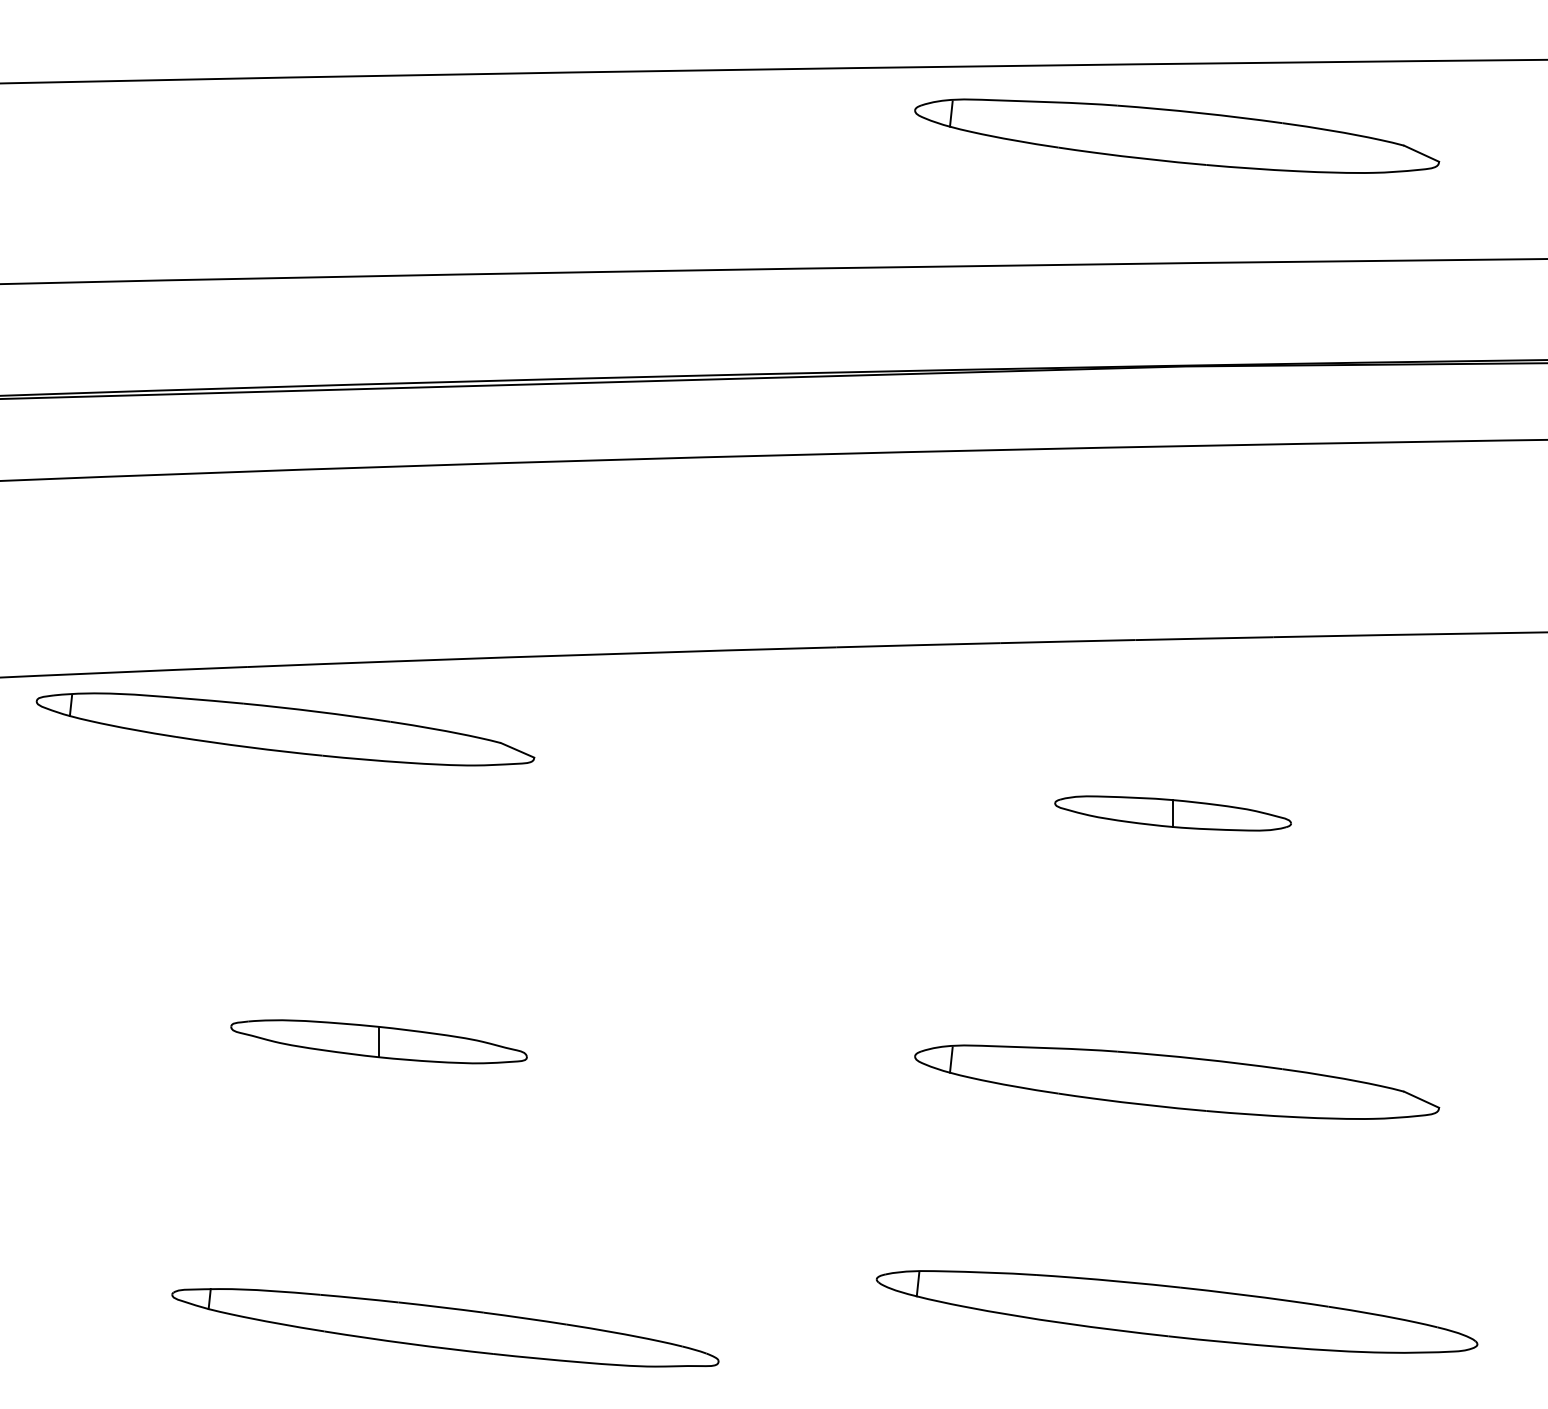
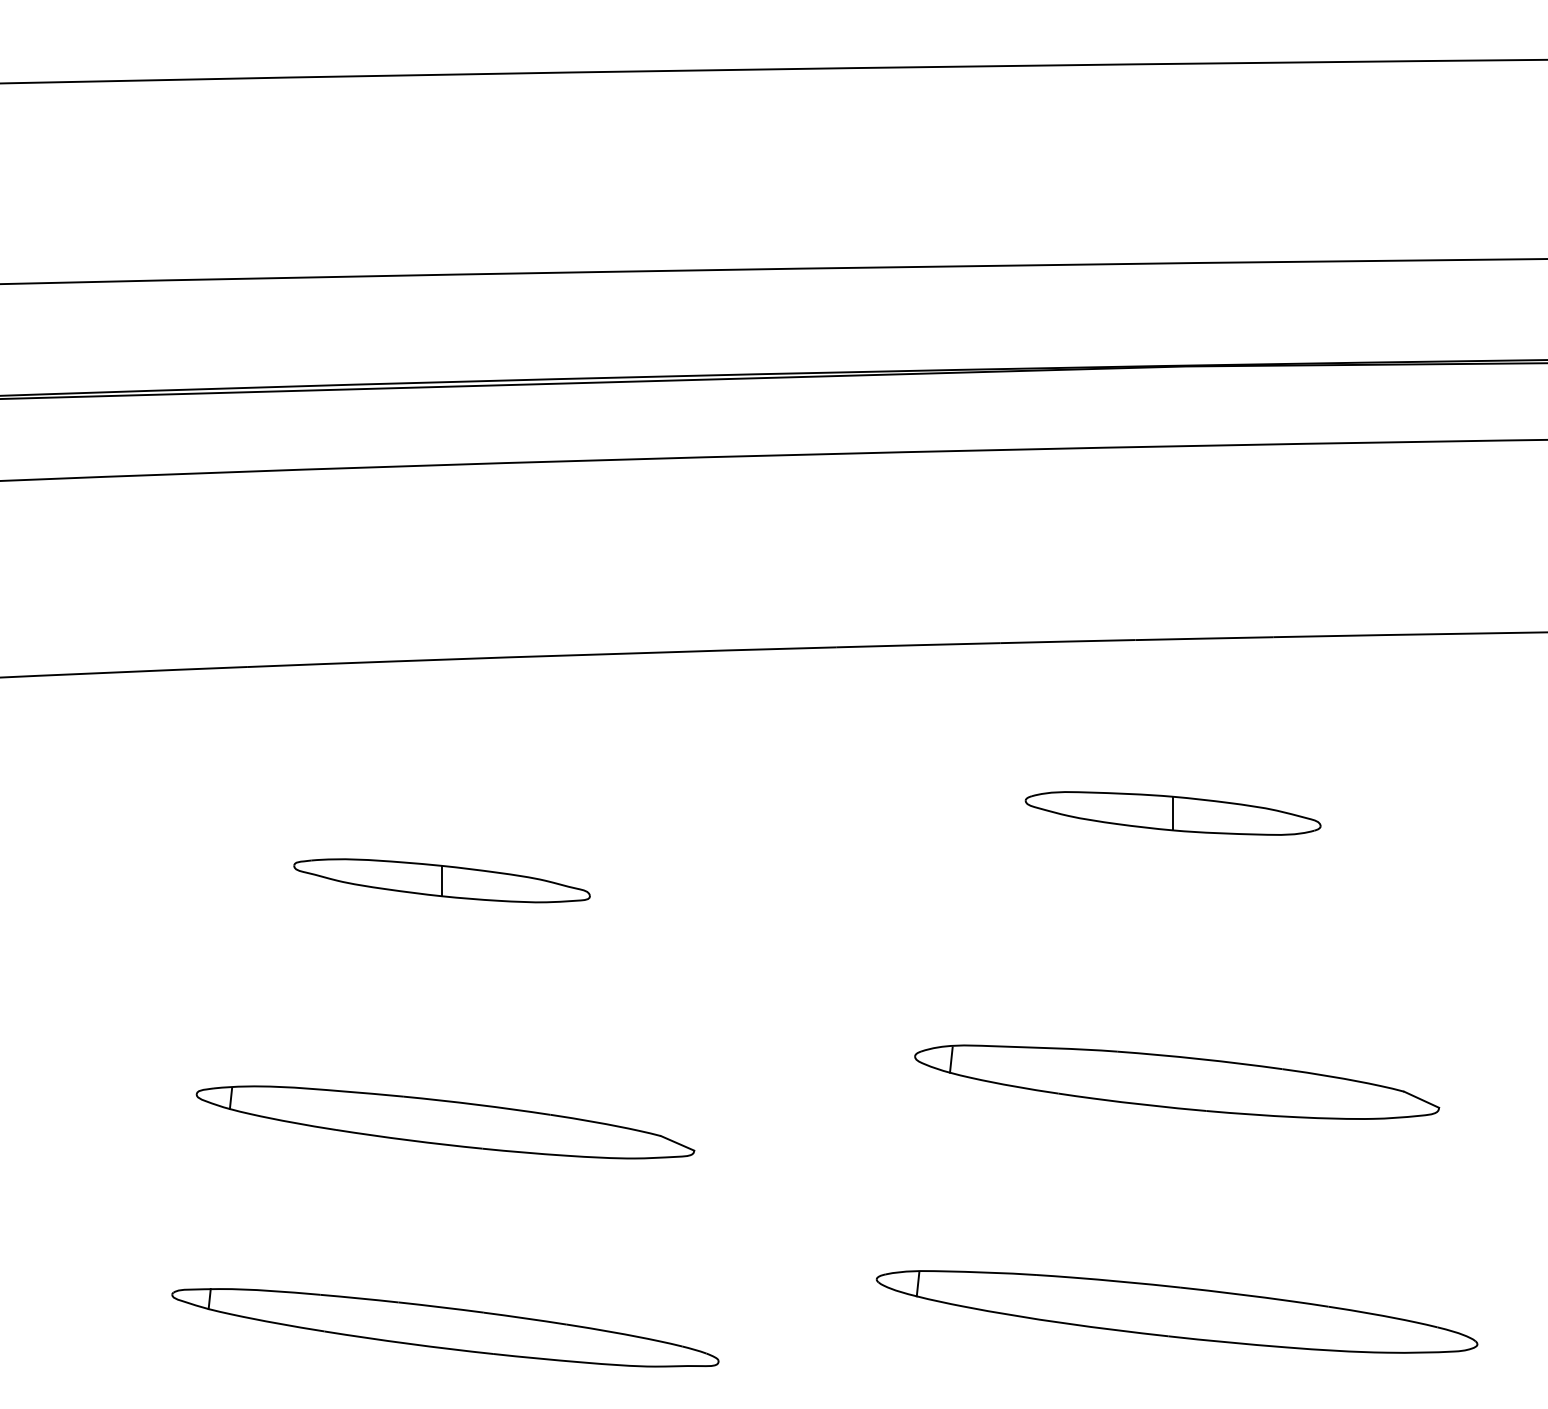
part at (1177, 135): present -> none
part at (285, 729) position: (285, 729) -> (445, 1122)
part at (1172, 813) size: 238x37 px -> 298x45 px
part at (378, 1041) position: (378, 1041) -> (441, 880)
